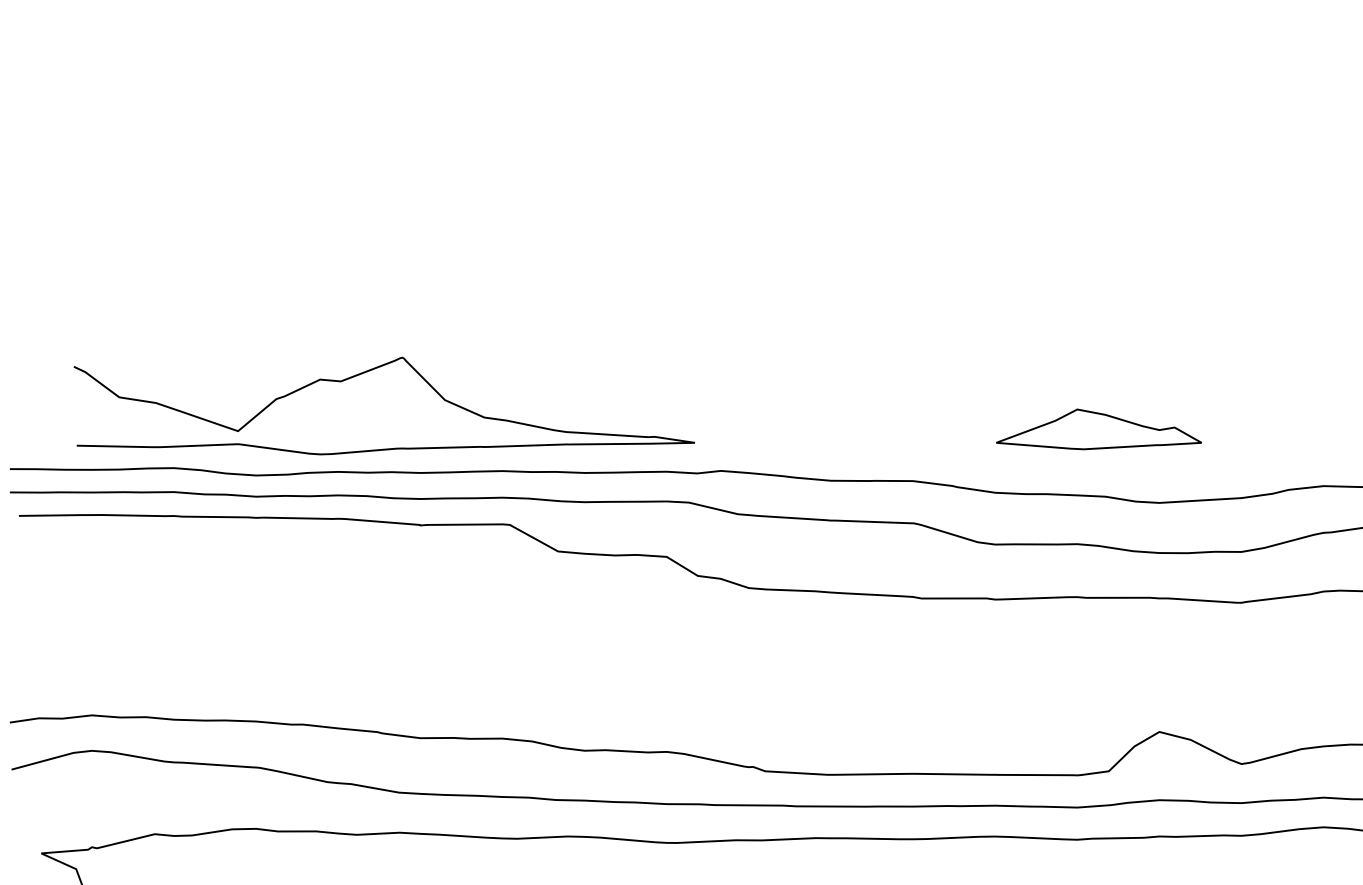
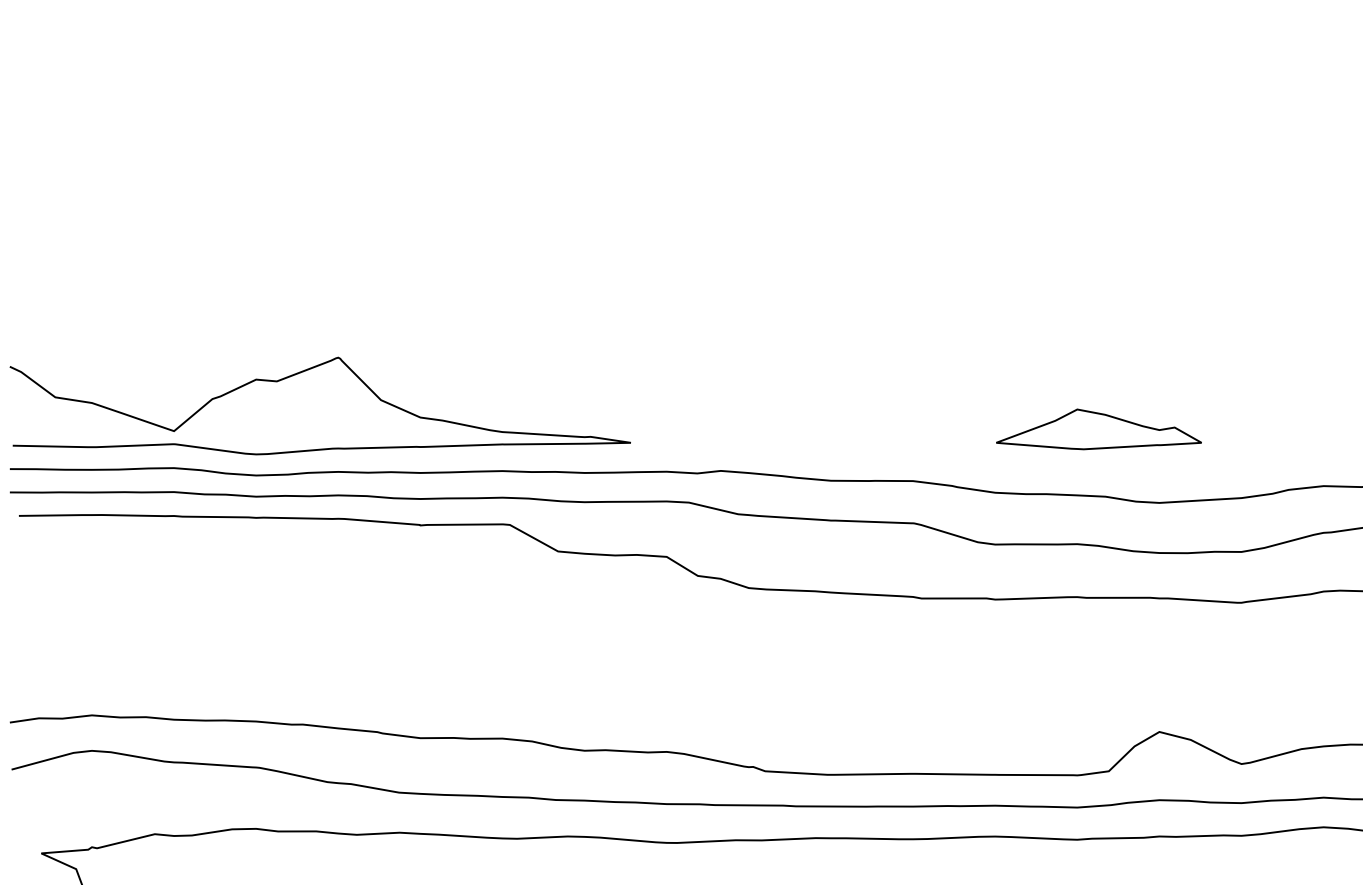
curve at (370, 371) position: (370, 371) -> (306, 371)
